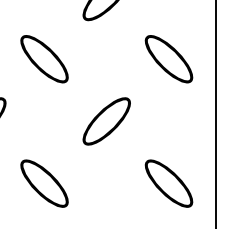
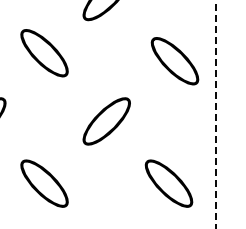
part at (44, 59) position: (44, 59) -> (44, 53)
part at (168, 59) position: (168, 59) -> (174, 61)
line at (215, 114): solid -> dashed
